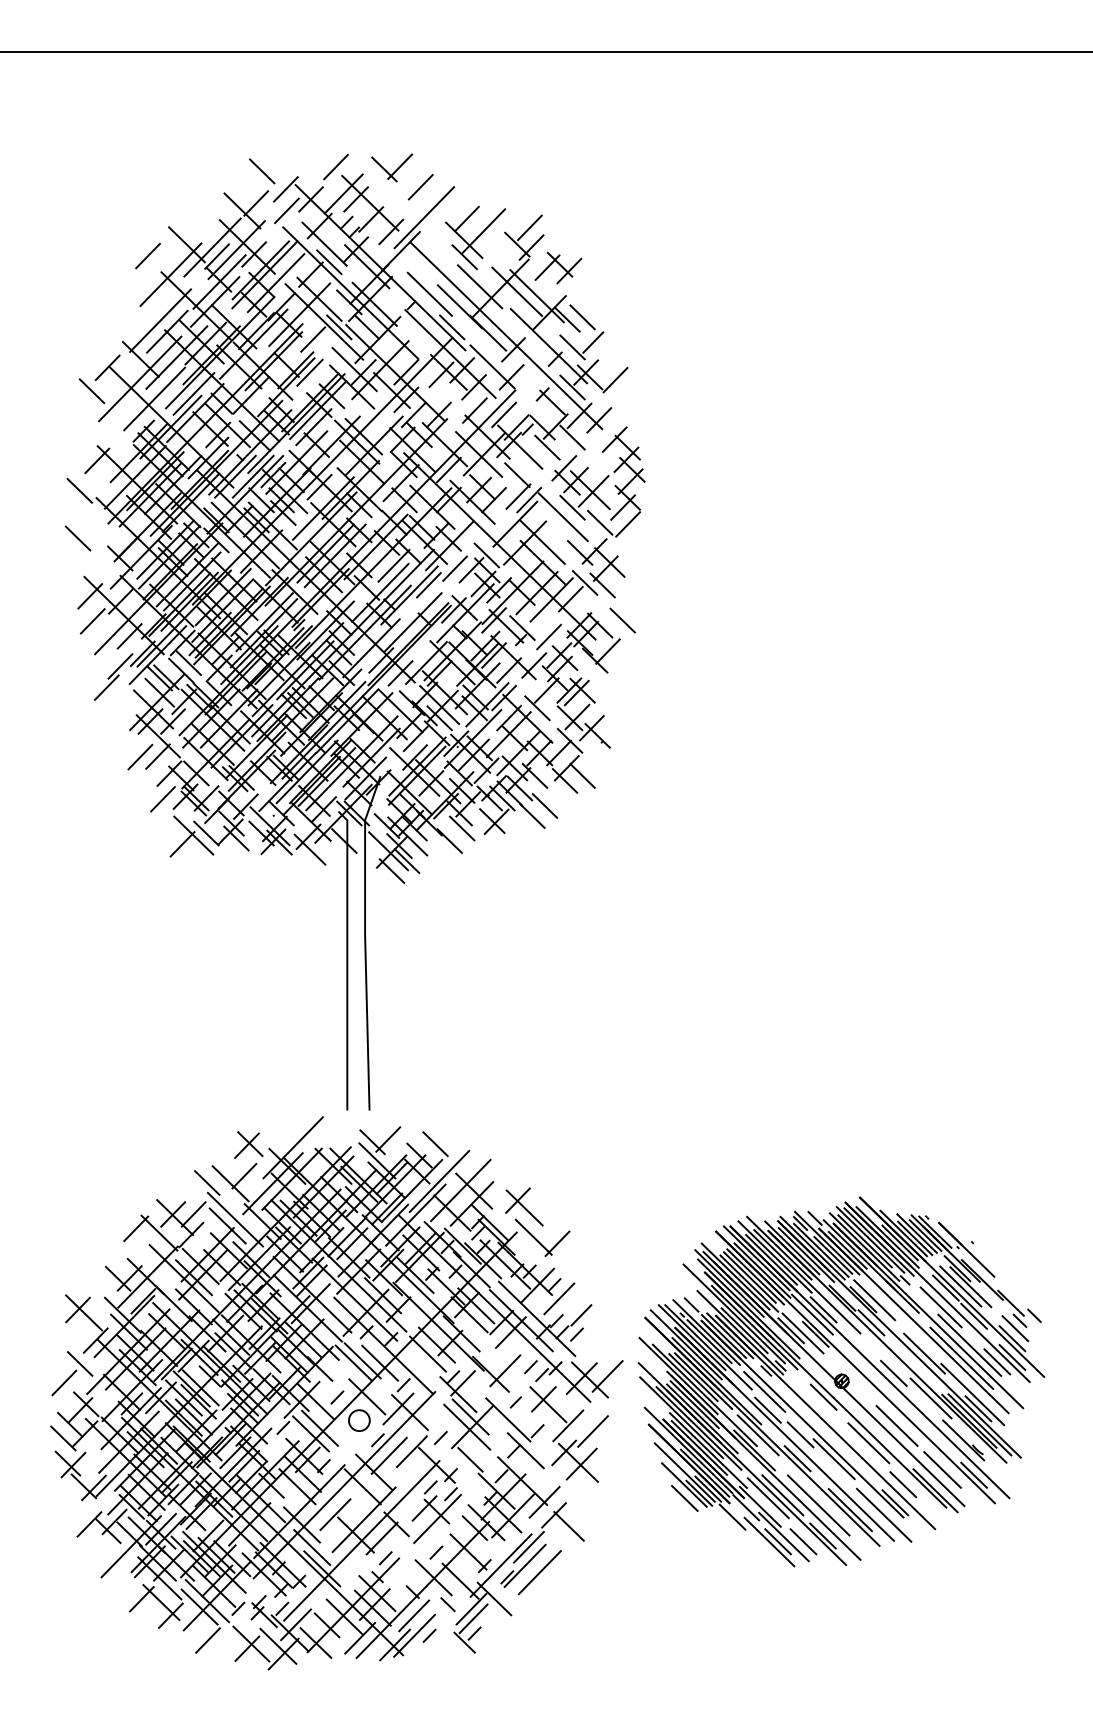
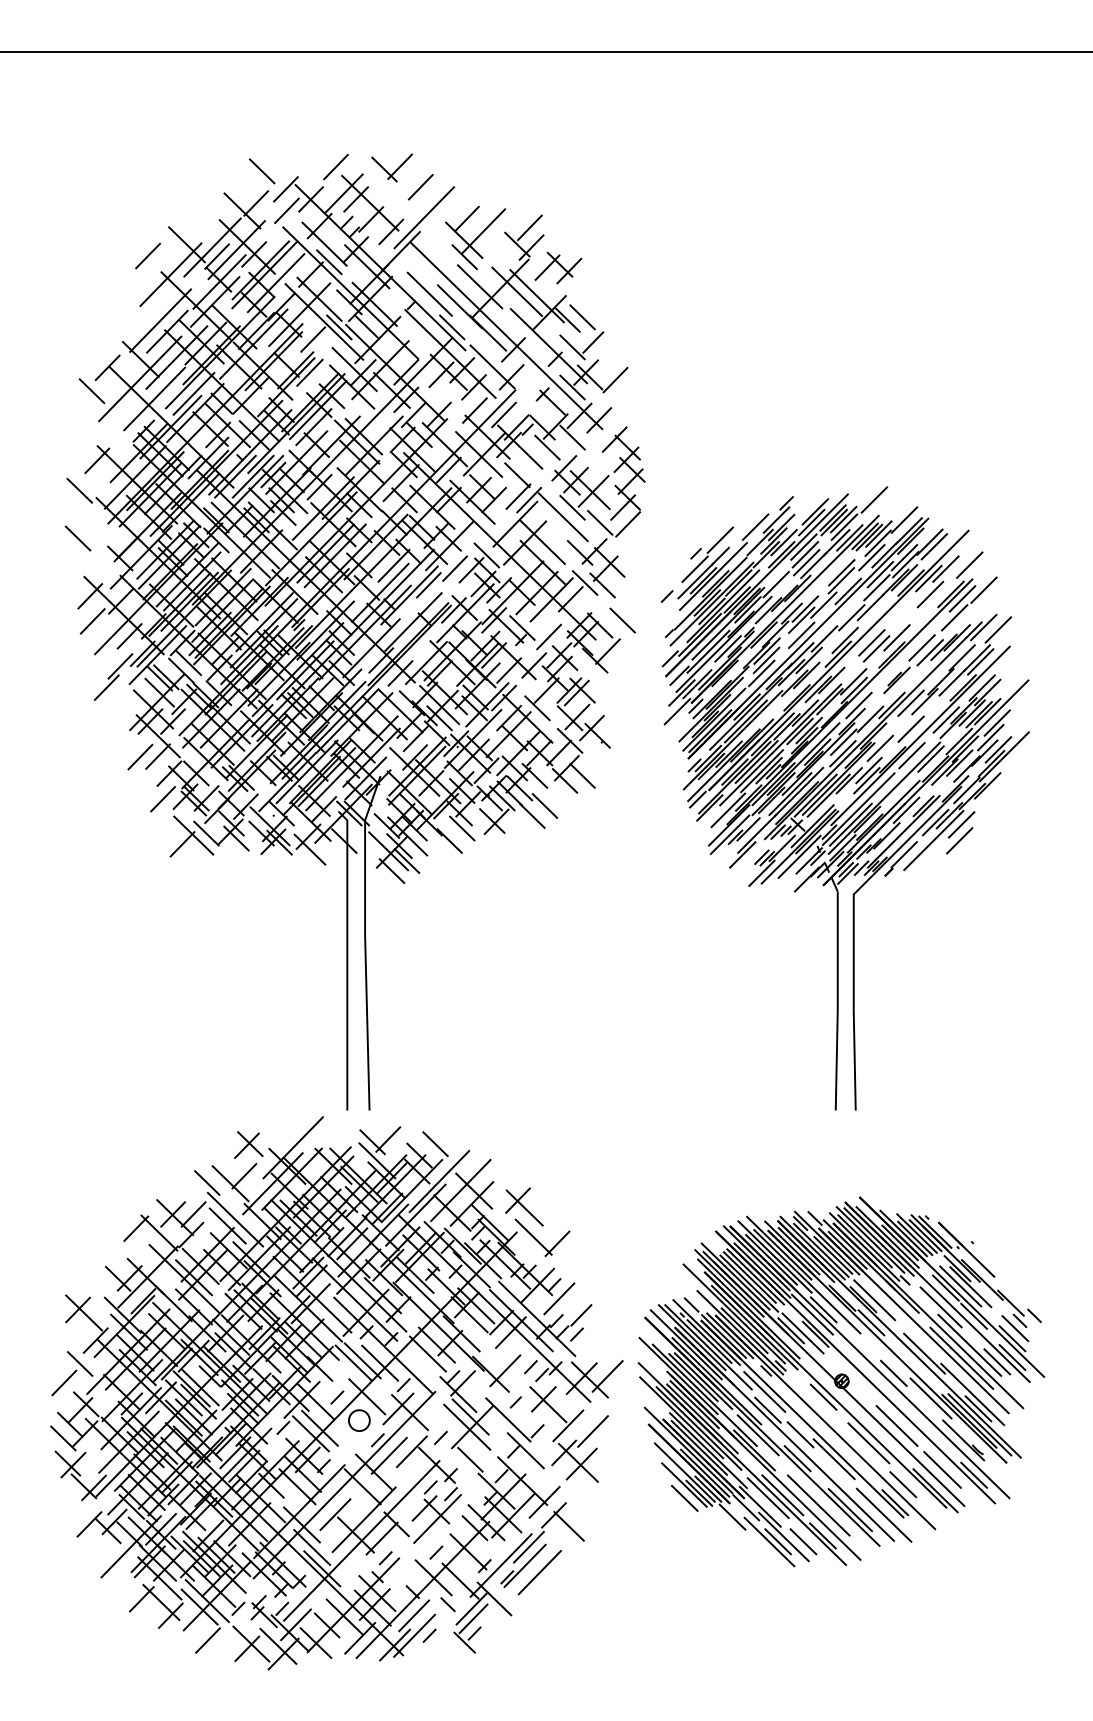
part at (838, 792): none -> present
